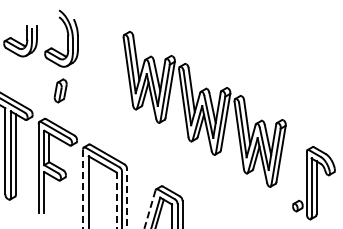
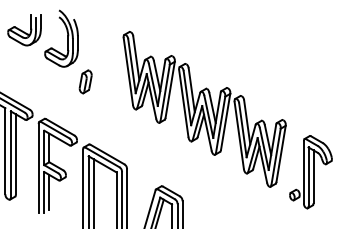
part at (20, 41) position: (20, 41) -> (24, 30)
part at (60, 90) position: (60, 90) -> (85, 81)
part at (313, 183) position: (313, 183) -> (310, 172)
line at (83, 189): dashed -> solid
line at (49, 192): none -> present
line at (93, 192): none -> present
line at (127, 199): dashed -> solid
line at (116, 200): dashed -> solid
line at (149, 209): dashed -> solid
